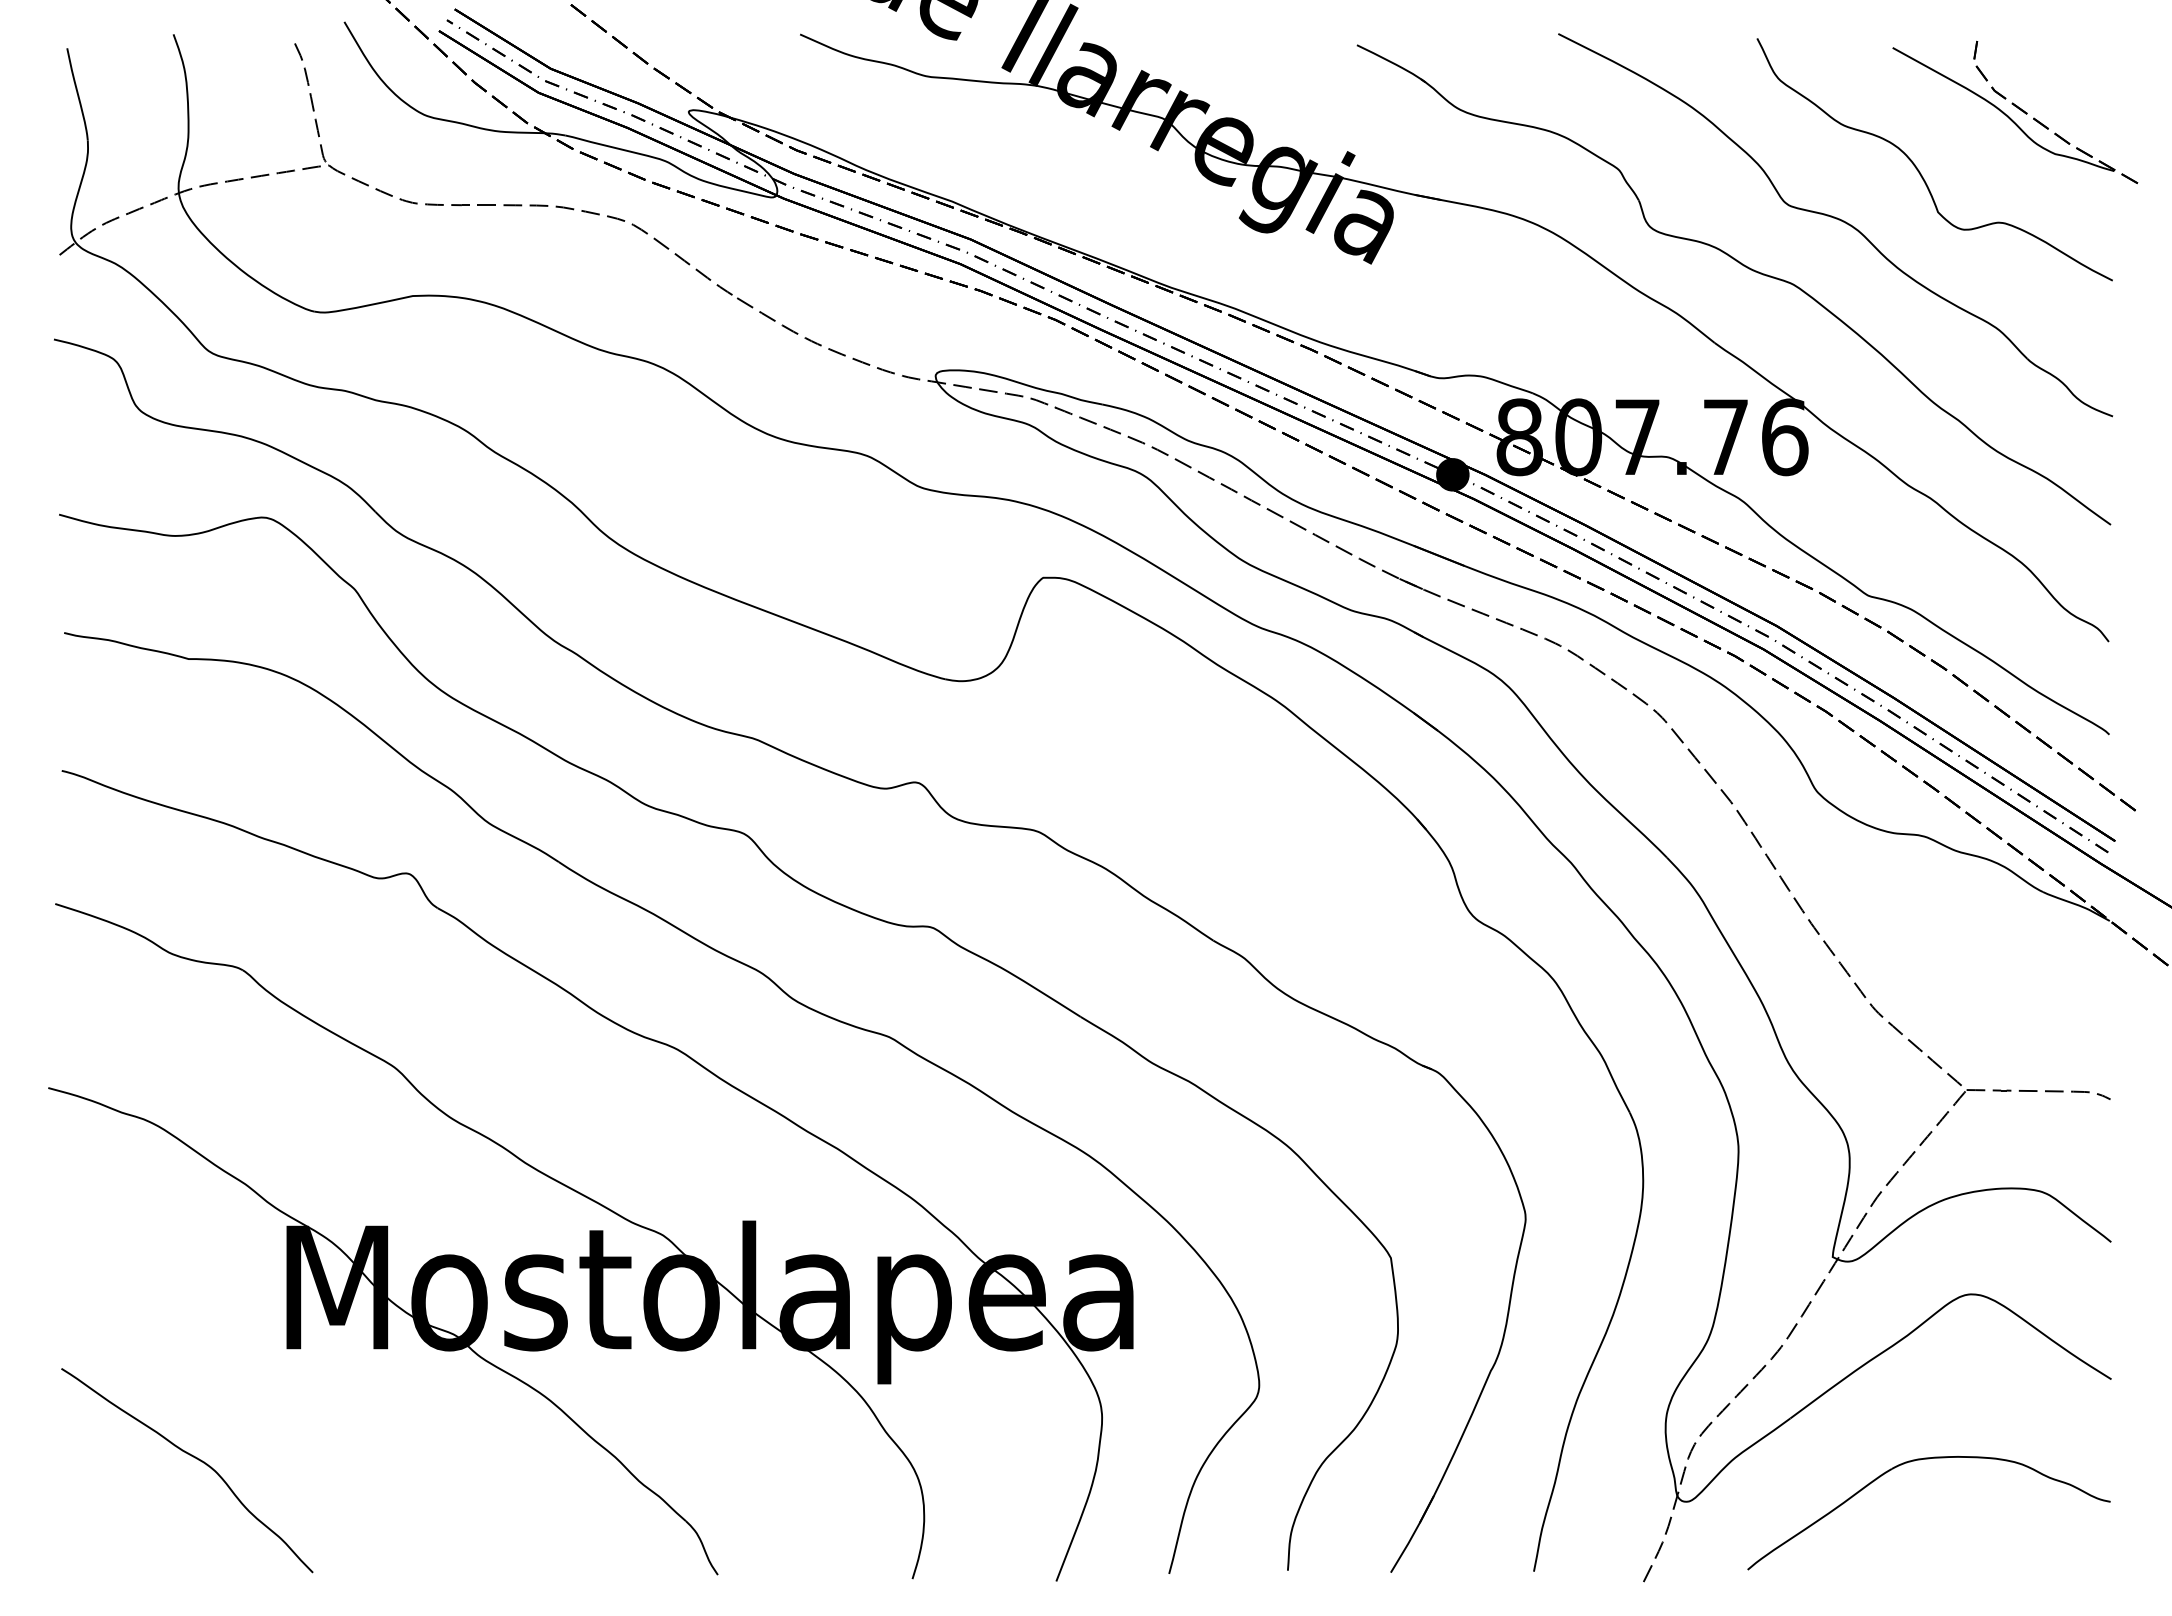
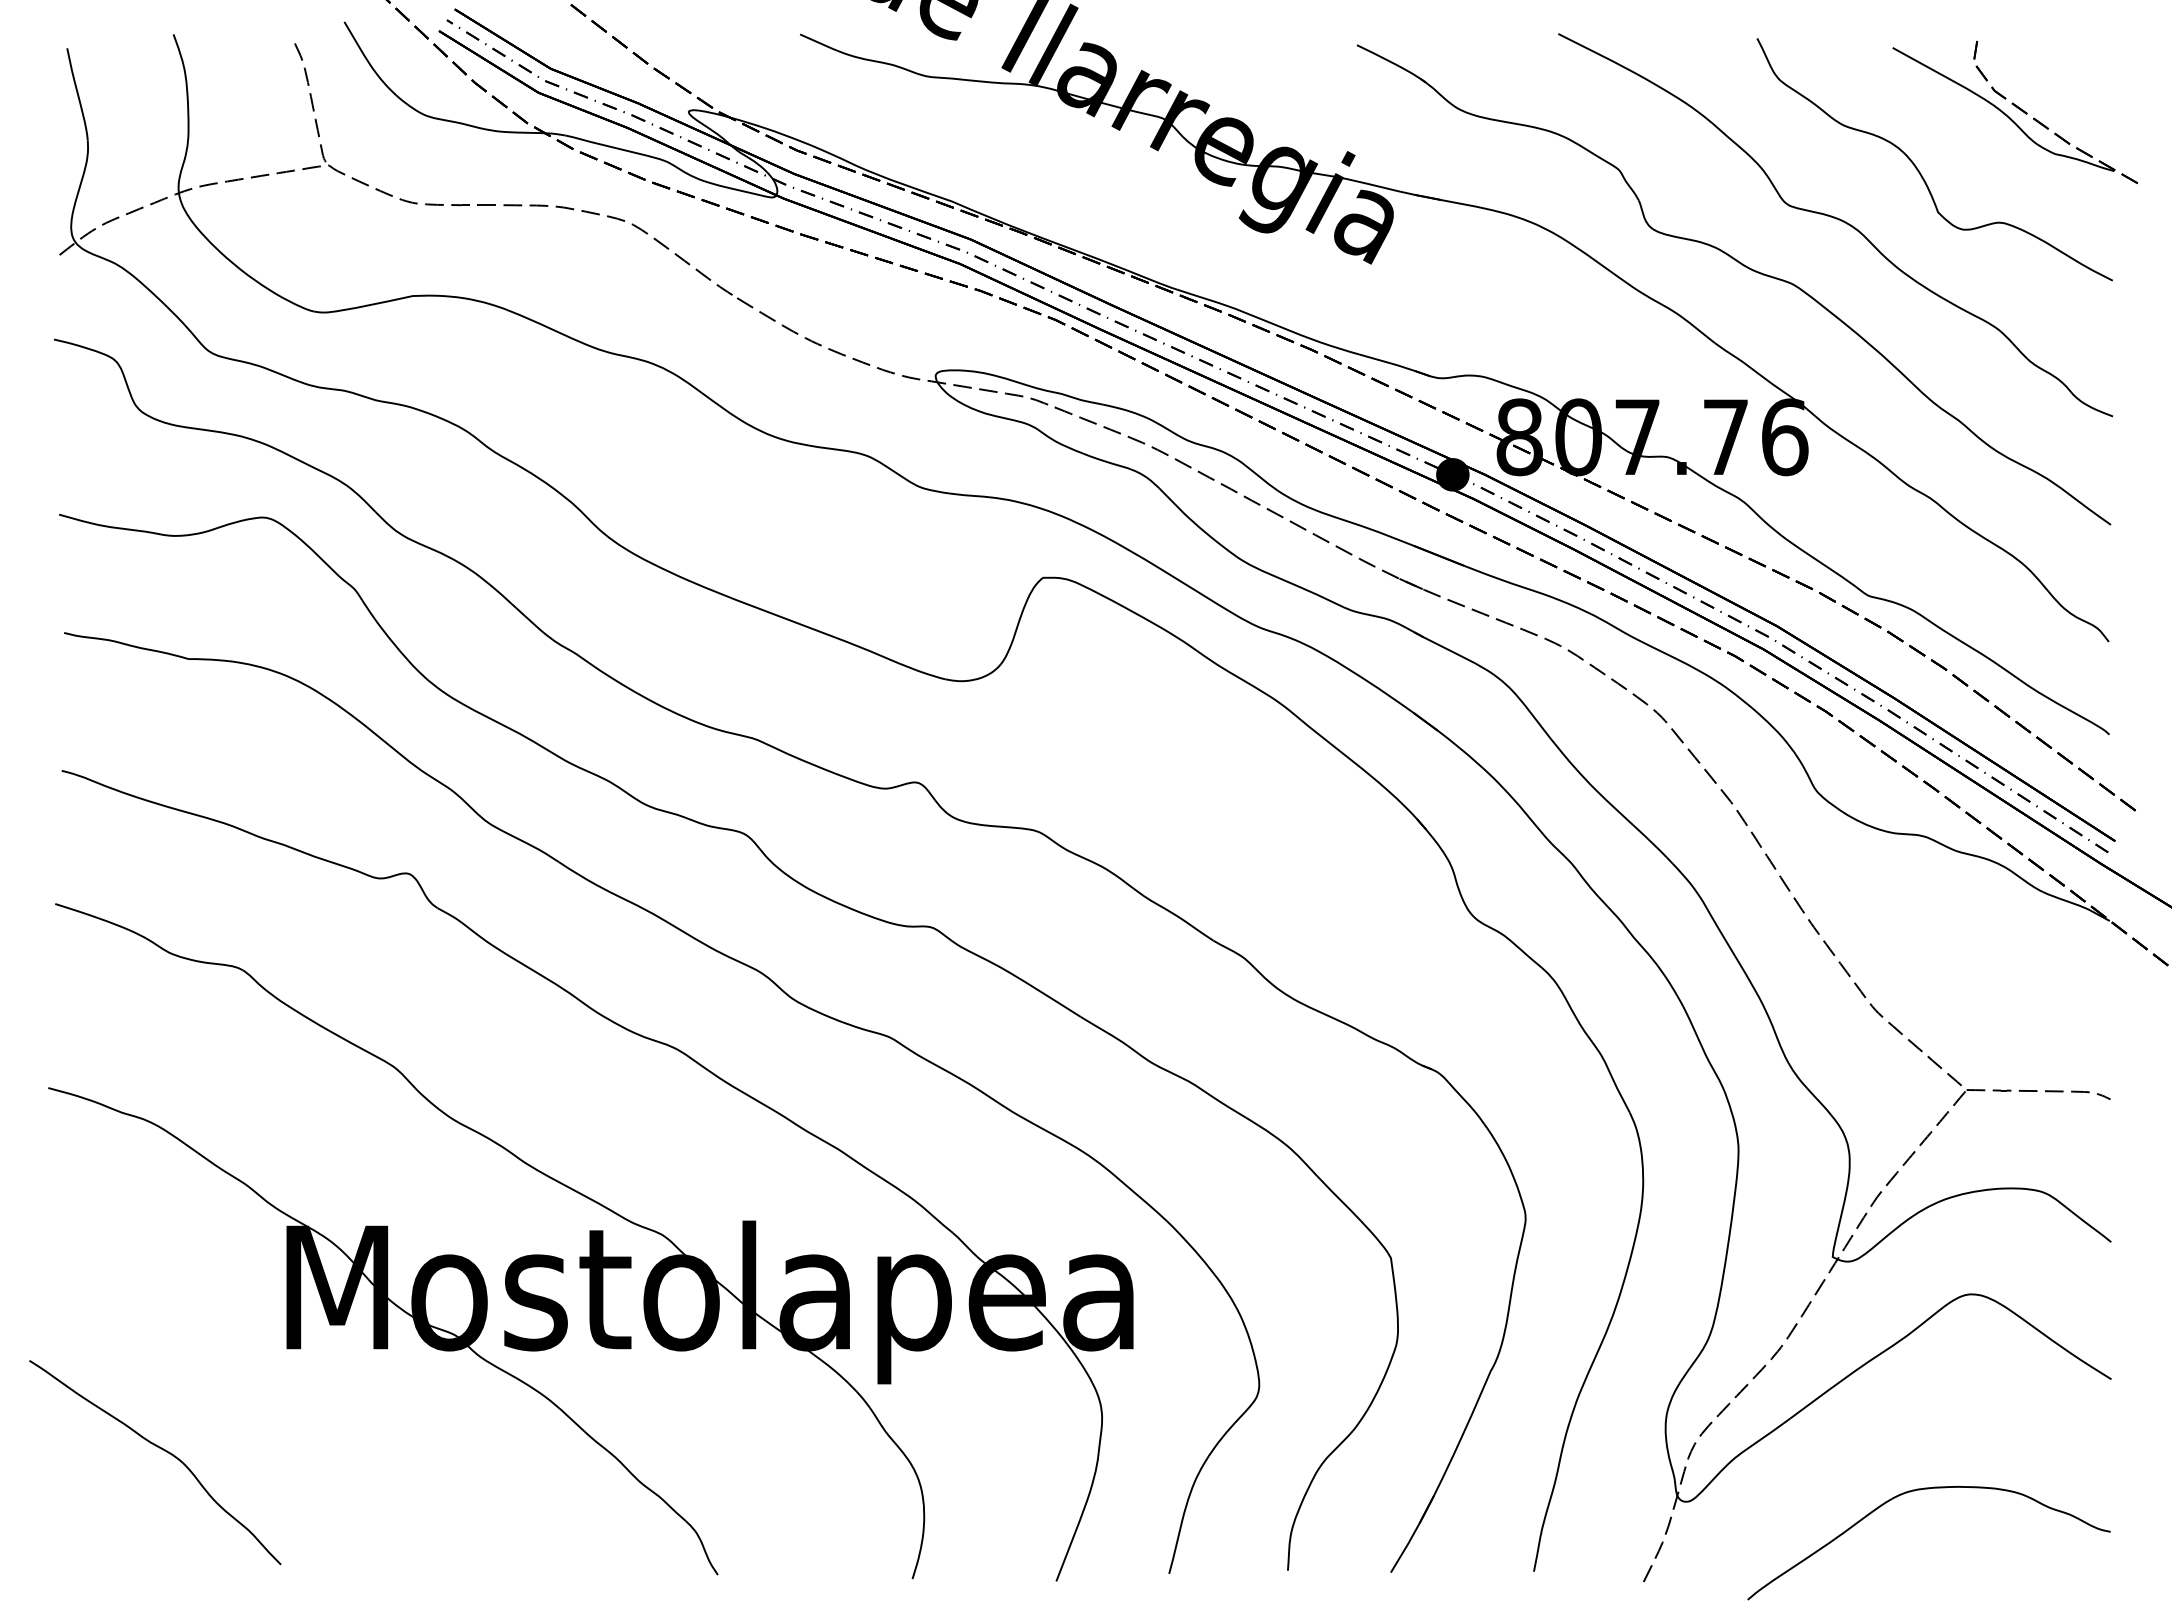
curve at (196, 1459) position: (196, 1459) -> (164, 1451)
part at (1920, 1460) position: (1920, 1460) -> (1920, 1490)
